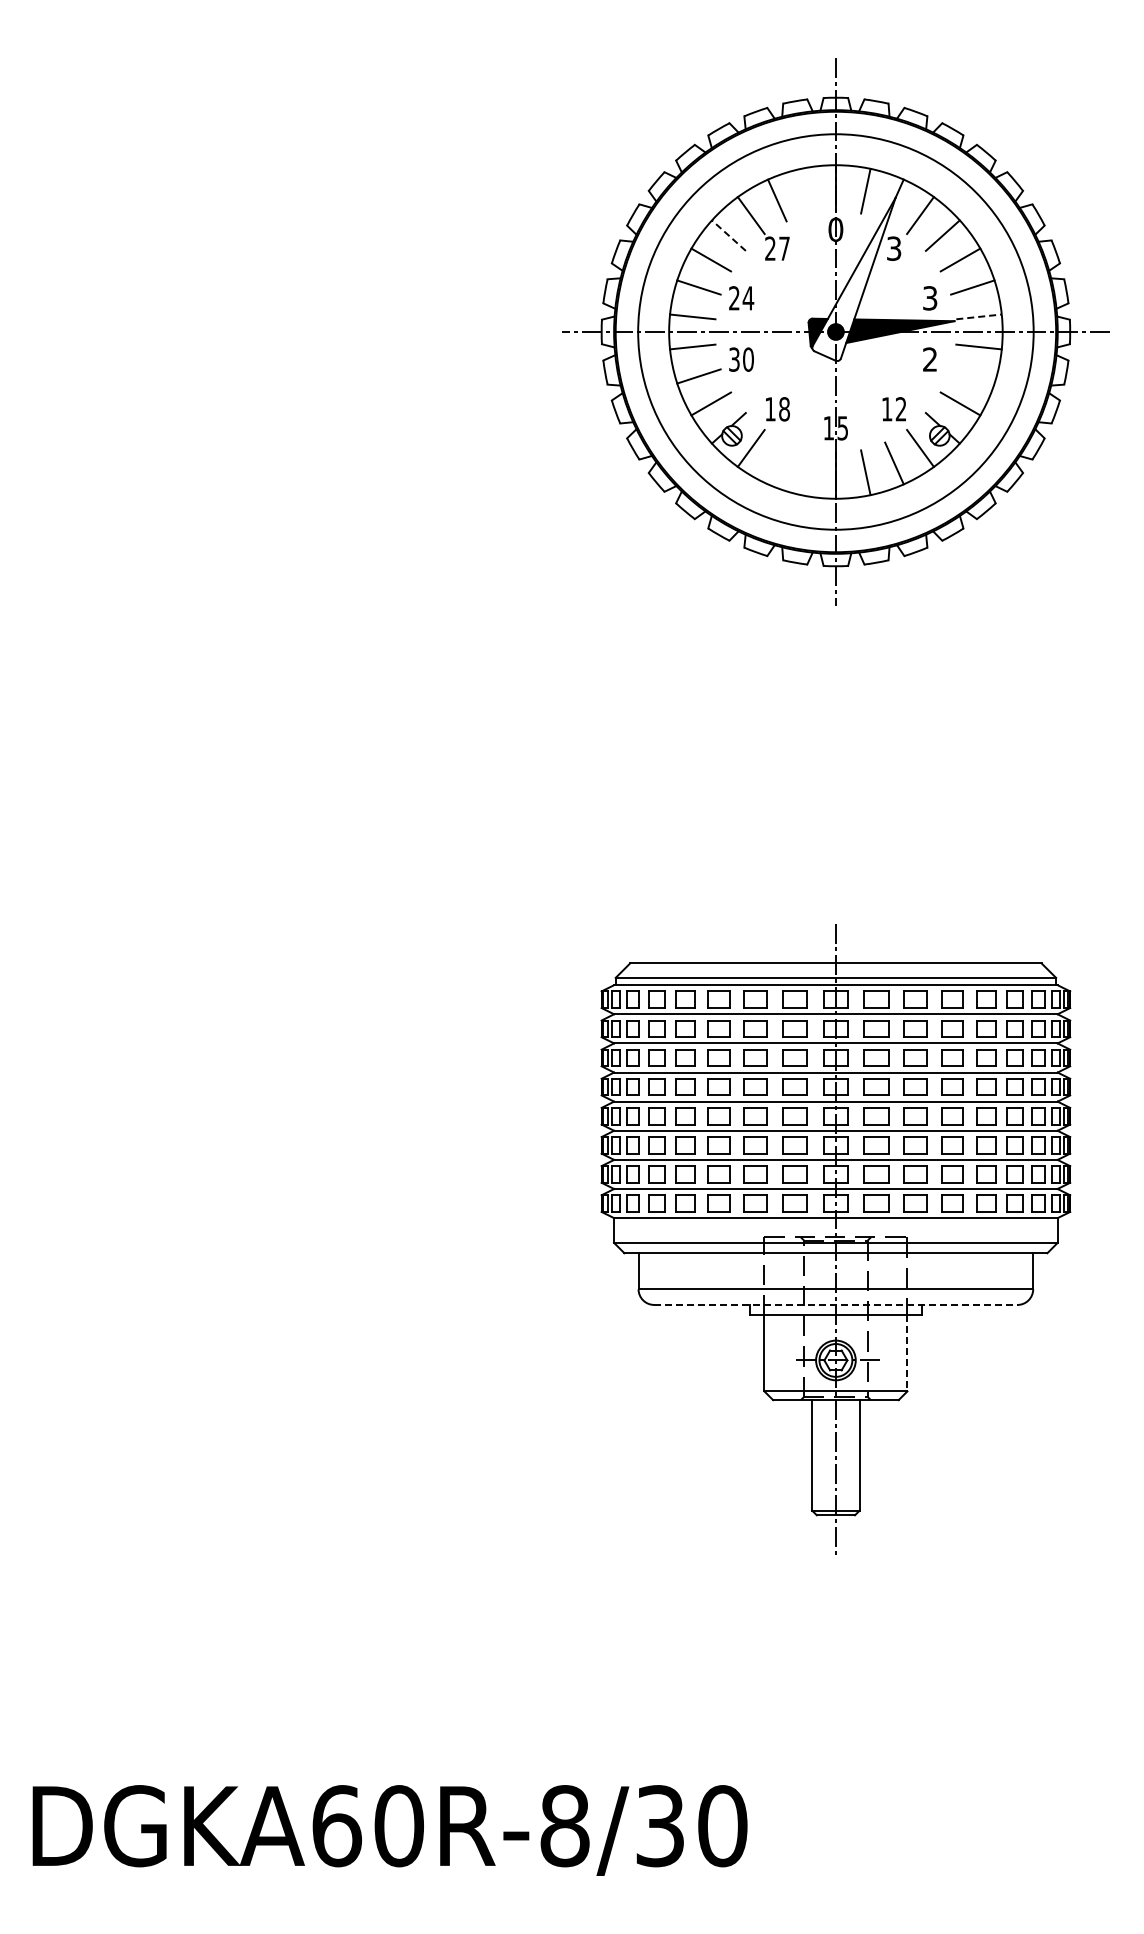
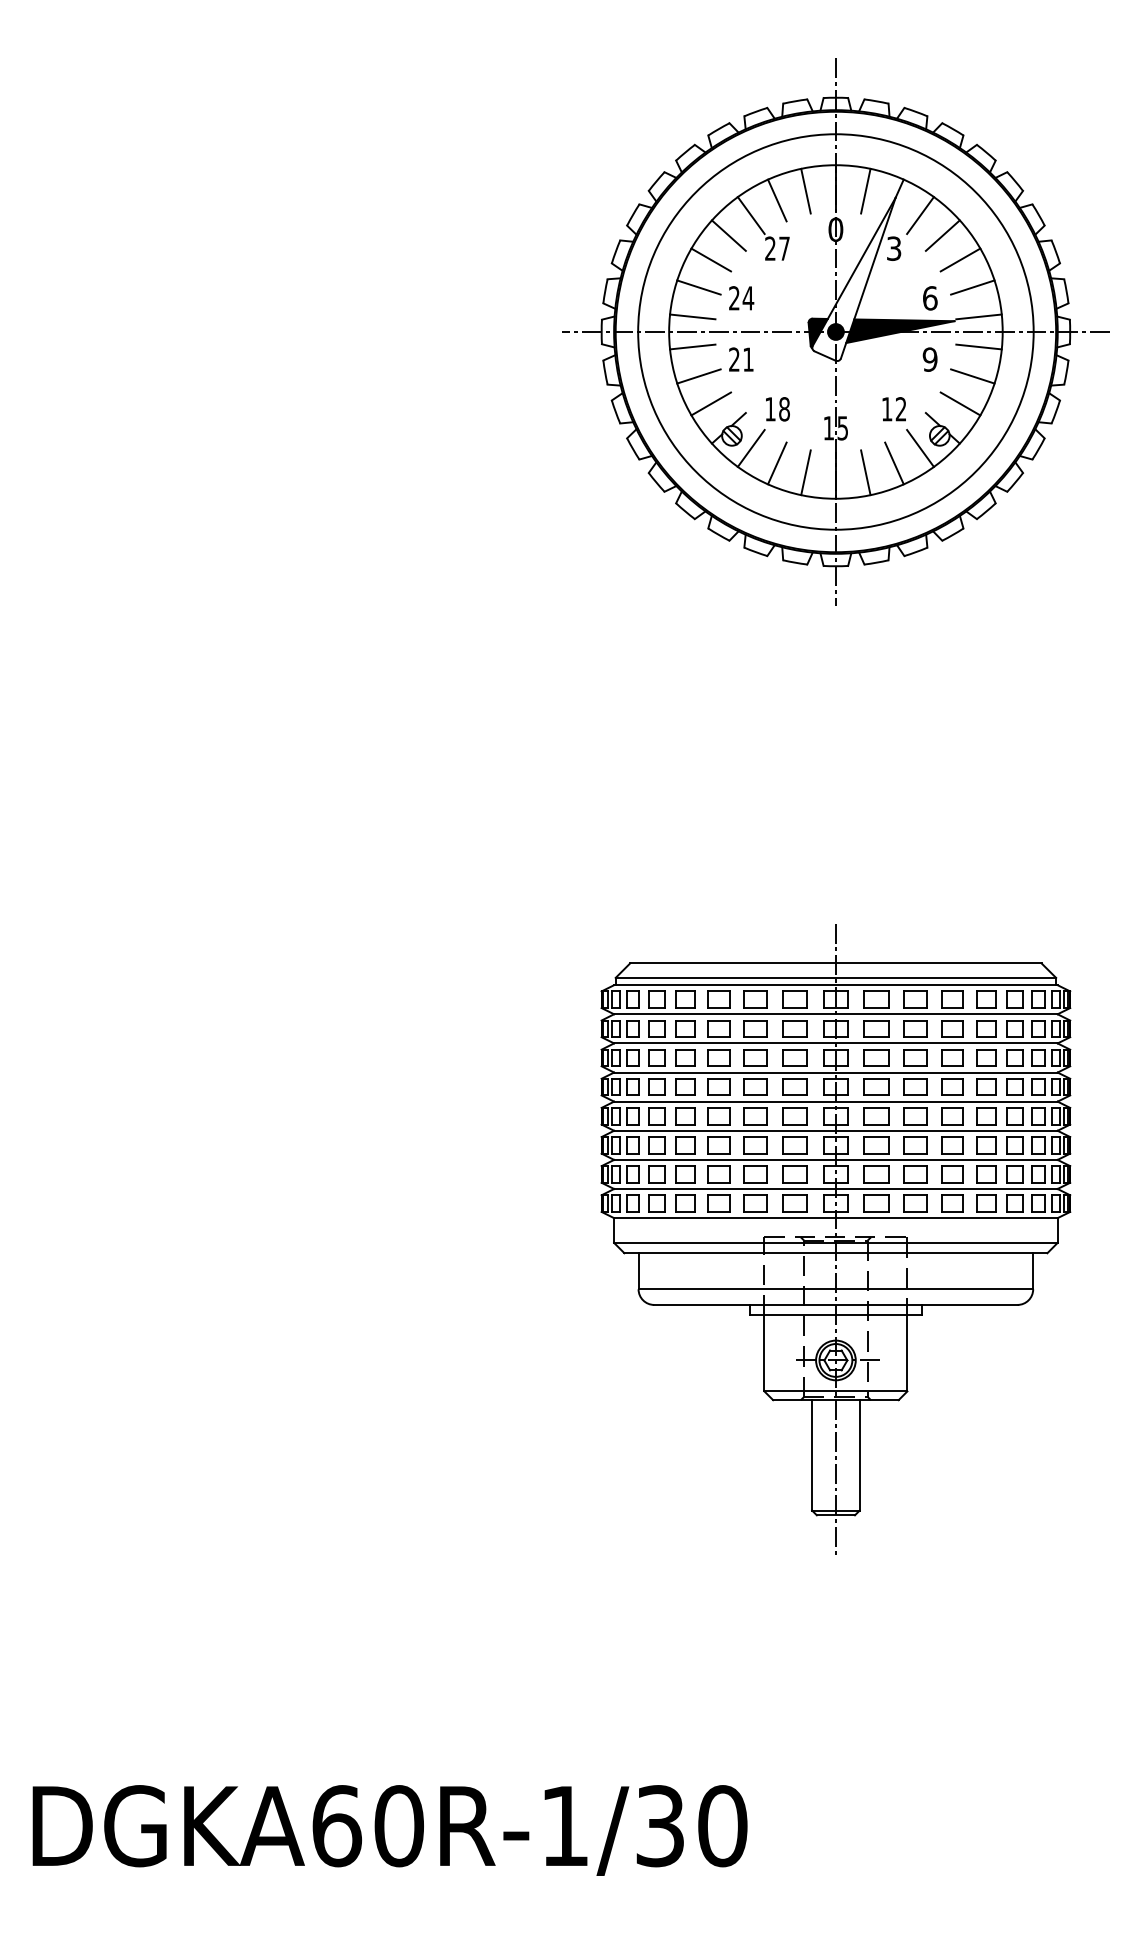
line at (805, 190): none -> present
line at (728, 235): dashed -> solid
text at (930, 298): 3 -> 6
line at (979, 316): dashed -> solid
text at (741, 359): 30 -> 21
text at (929, 359): 2 -> 9
line at (972, 376): none -> present
line at (777, 463): none -> present
line at (805, 472): none -> present
line at (835, 1304): dashed -> solid
line at (907, 1353): dashed -> solid
text at (564, 1826): DGKA60R-8/30 -> DGKA60R-1/30
